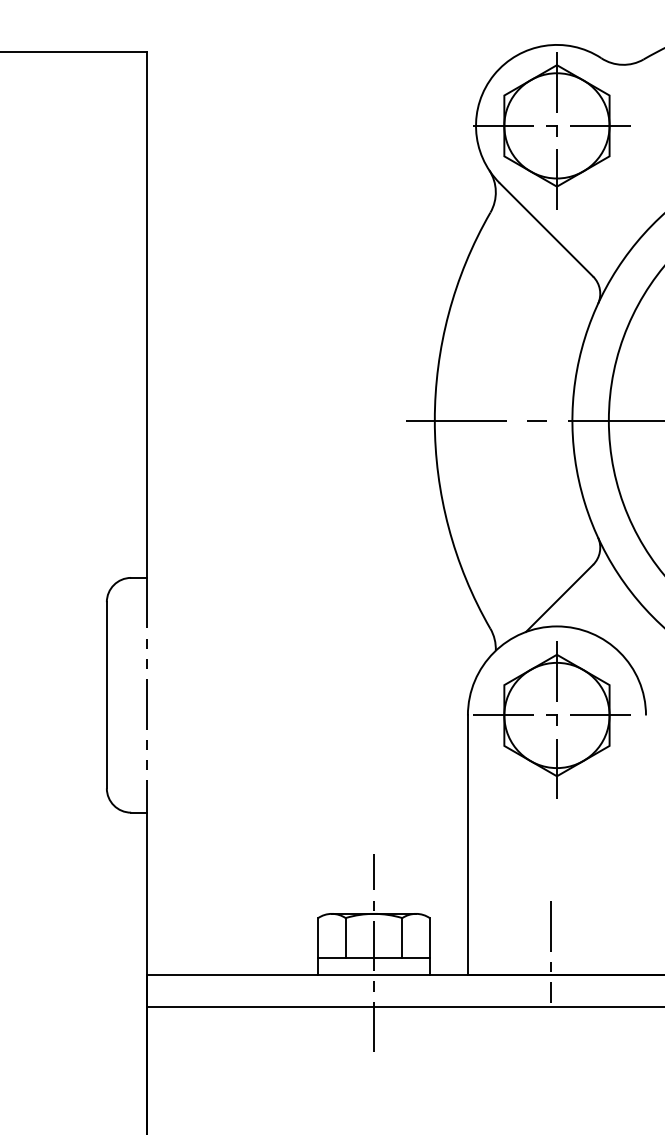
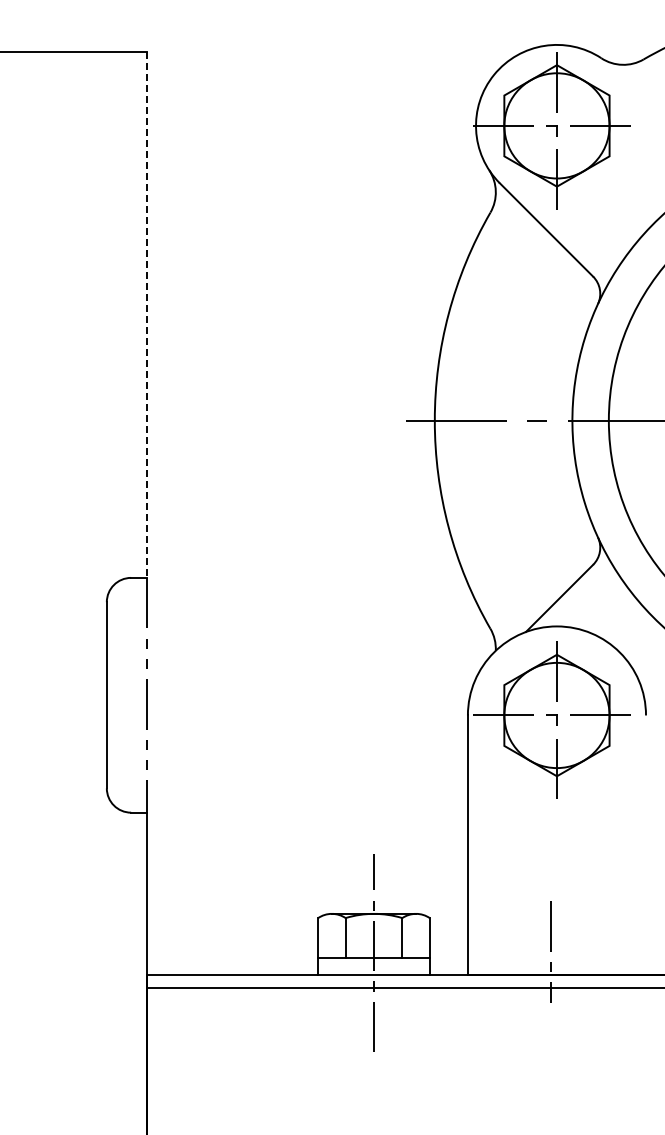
line at (147, 315): solid -> dashed
line at (404, 1006) position: (404, 1006) -> (404, 987)
